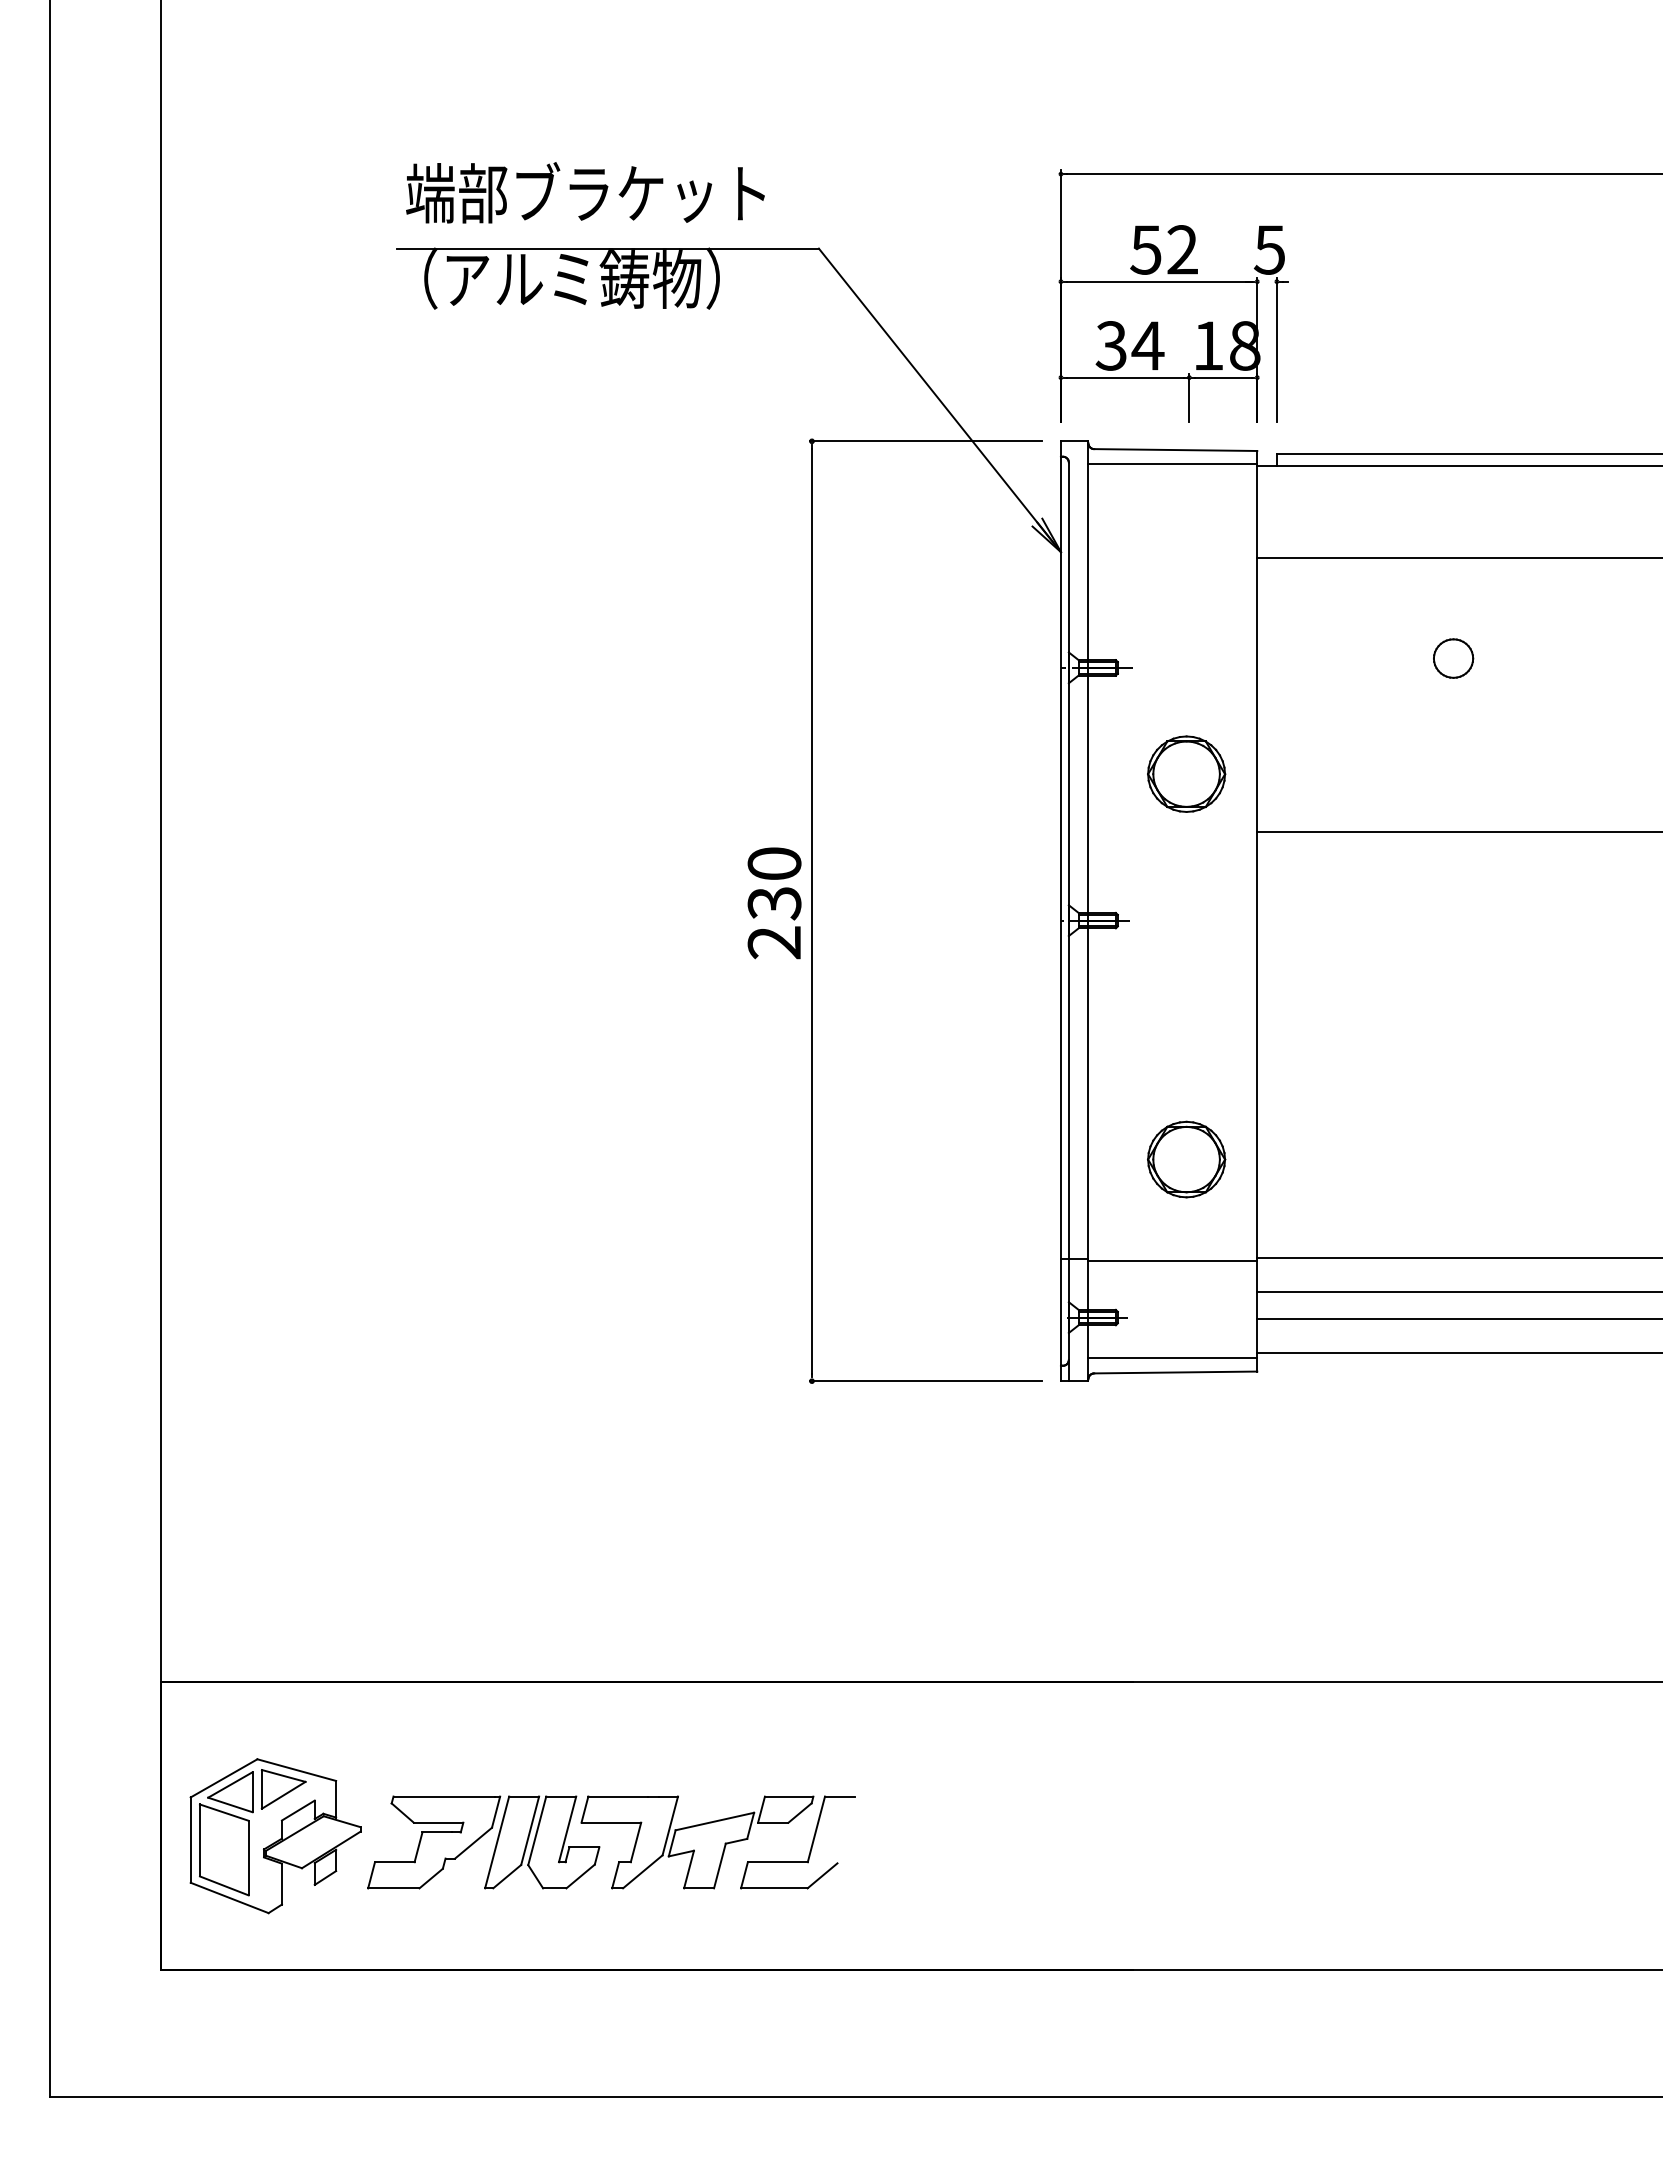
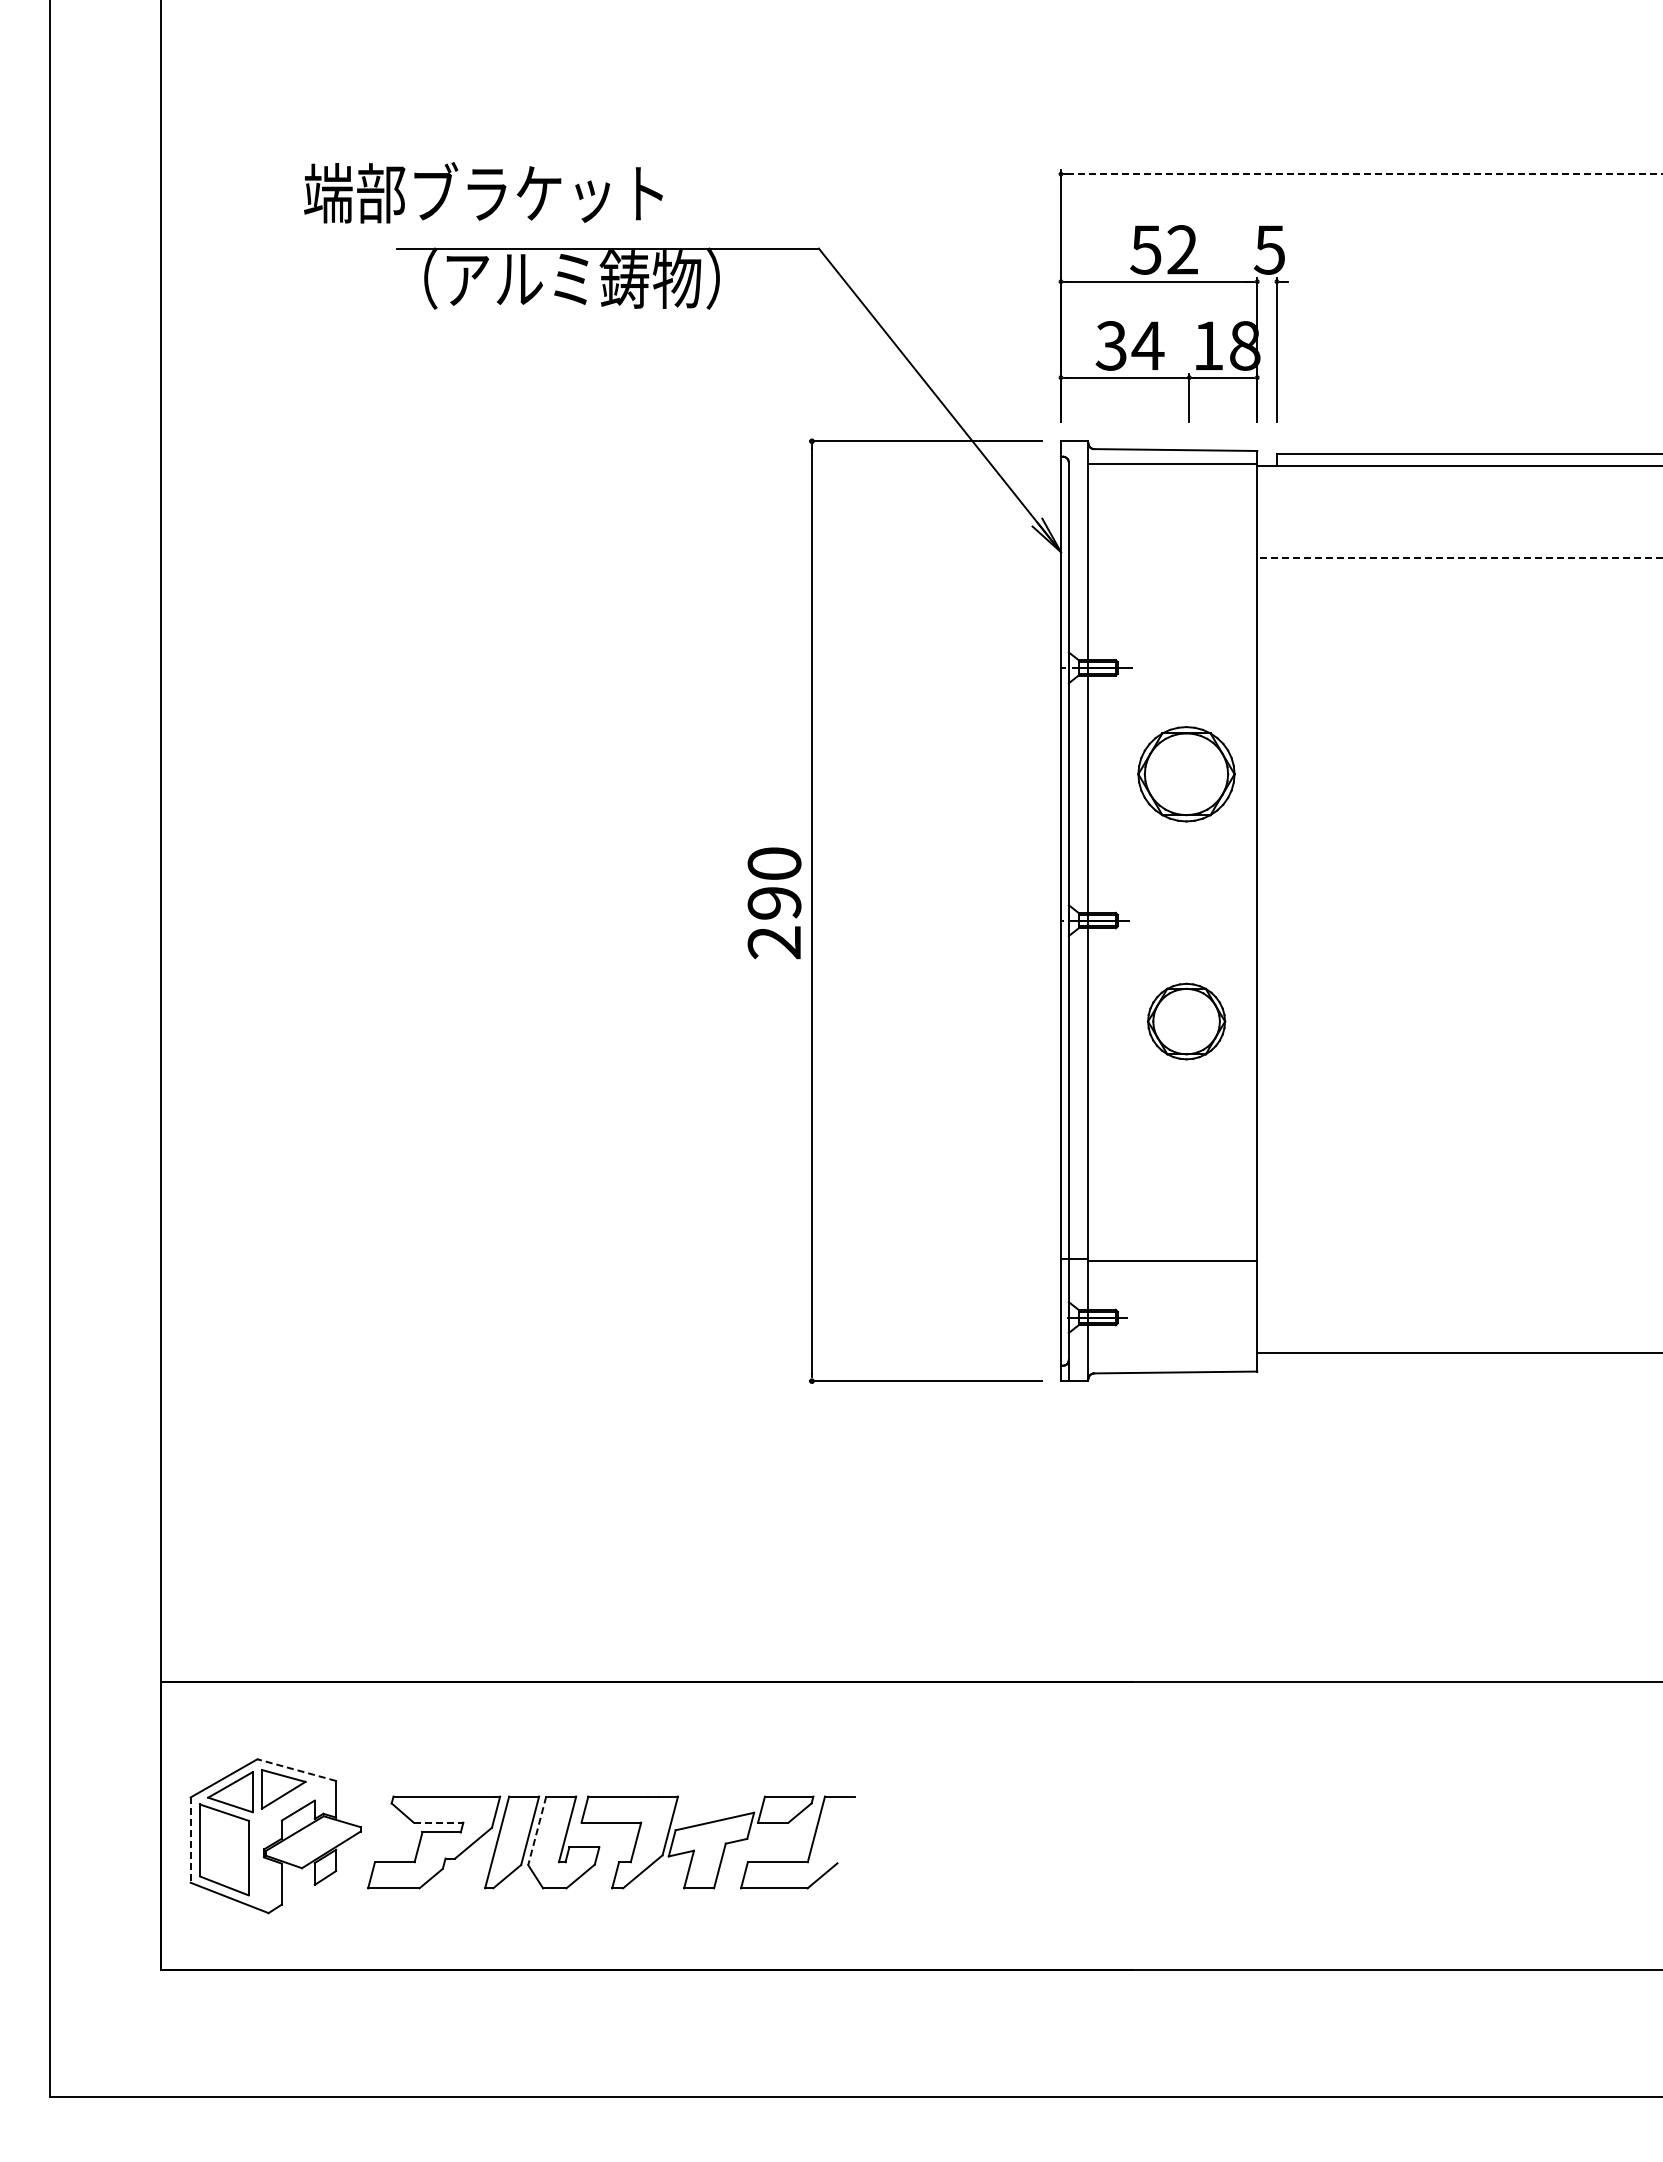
line at (1364, 174): solid -> dashed
text at (585, 192) position: (585, 192) -> (483, 192)
line at (1459, 558): solid -> dashed
part at (1453, 658): present -> none
part at (1186, 773) size: 80x78 px -> 99x97 px
line at (1458, 831): present -> none
text at (774, 903): 230 -> 290
part at (1186, 1159) position: (1186, 1159) -> (1186, 1021)
line at (1458, 1258): present -> none
line at (1458, 1292): present -> none
line at (1458, 1319): present -> none
line at (1172, 1358): present -> none
line at (296, 1770): solid -> dashed
line at (438, 1822): solid -> dashed
line at (537, 1831): solid -> dashed
line at (190, 1840): solid -> dashed
